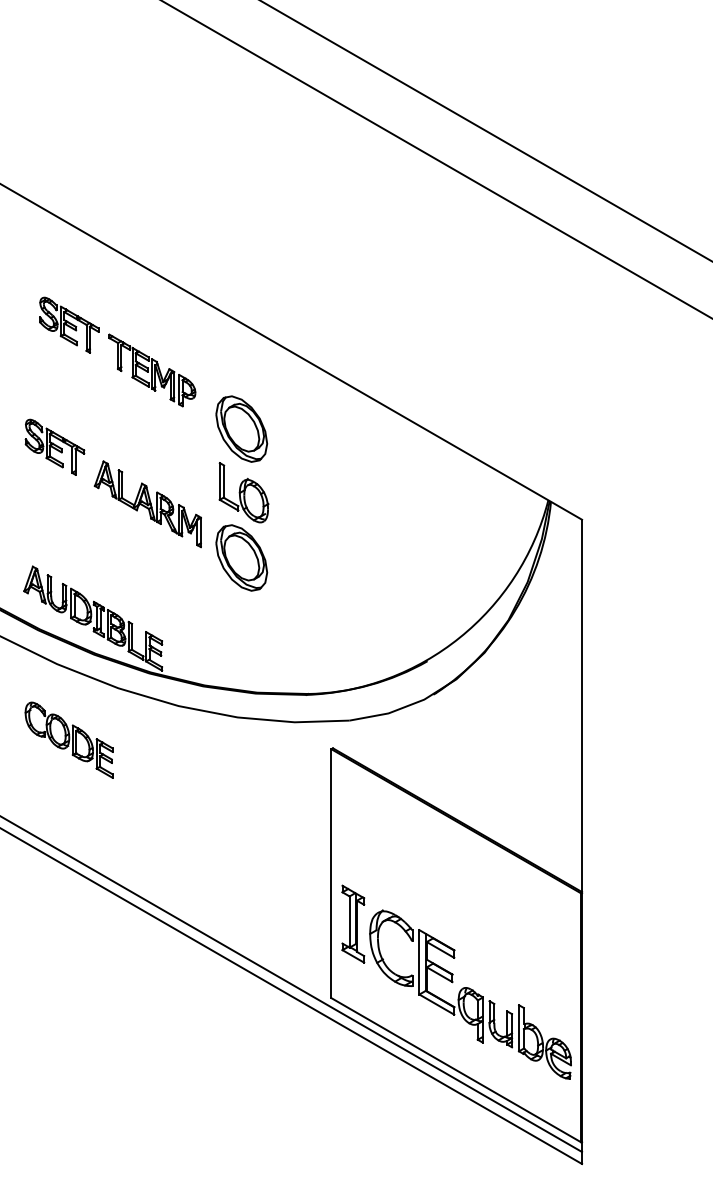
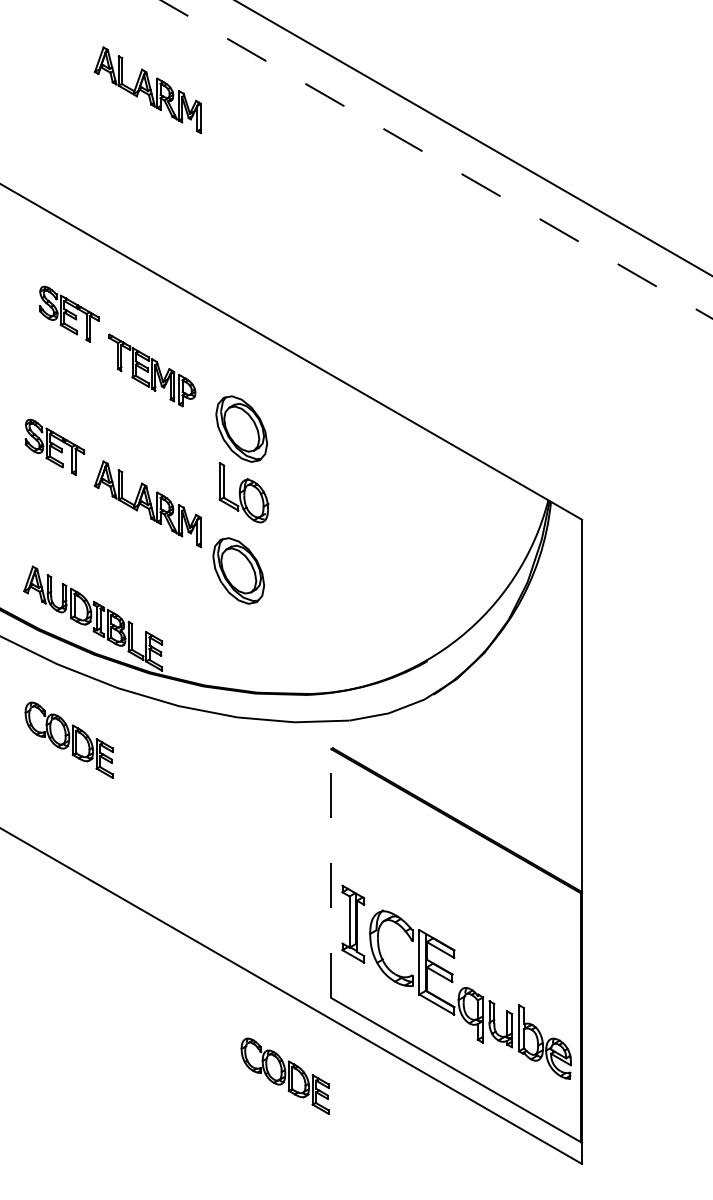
part at (147, 90): none -> present
line at (485, 131) position: (485, 131) -> (473, 138)
line at (436, 159): solid -> dashed
part at (69, 324) position: (69, 324) -> (69, 313)
part at (241, 557) position: (241, 557) -> (238, 570)
line at (331, 873): solid -> dashed
line at (292, 984): present -> none
part at (284, 1075): none -> present
